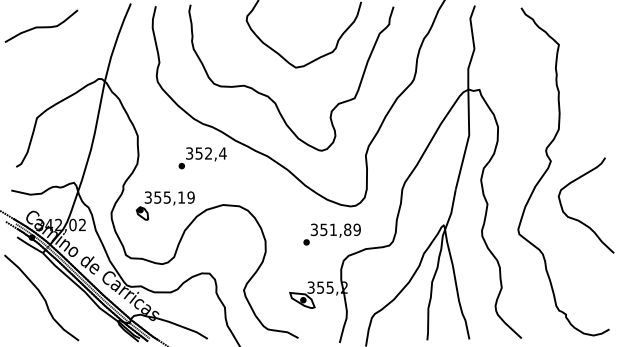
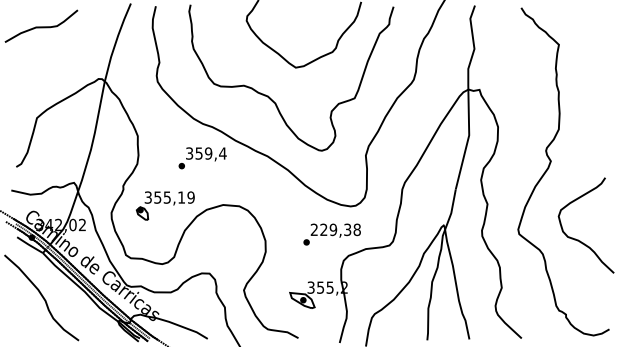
text at (208, 153): 352,4 -> 359,4
curve at (578, 219) position: (578, 219) -> (578, 239)
text at (335, 229): 351,89 -> 229,38
